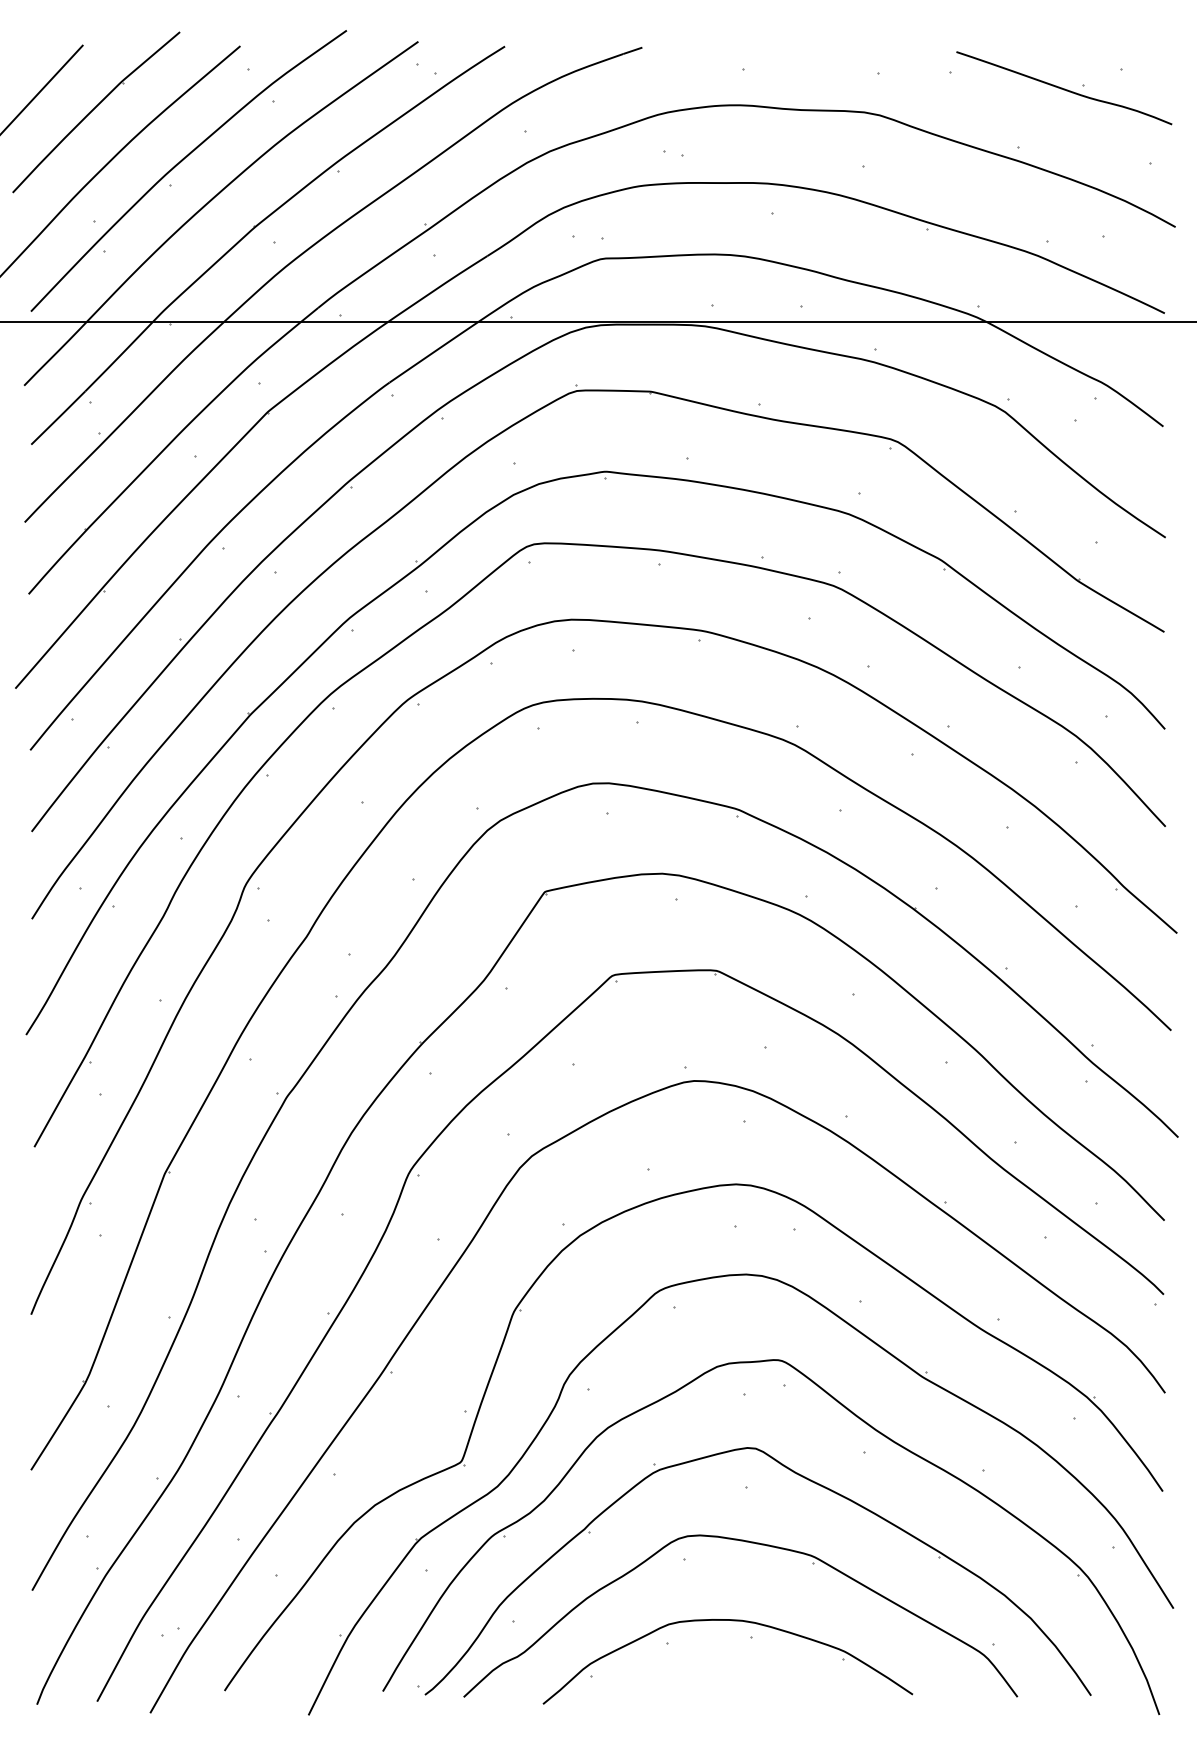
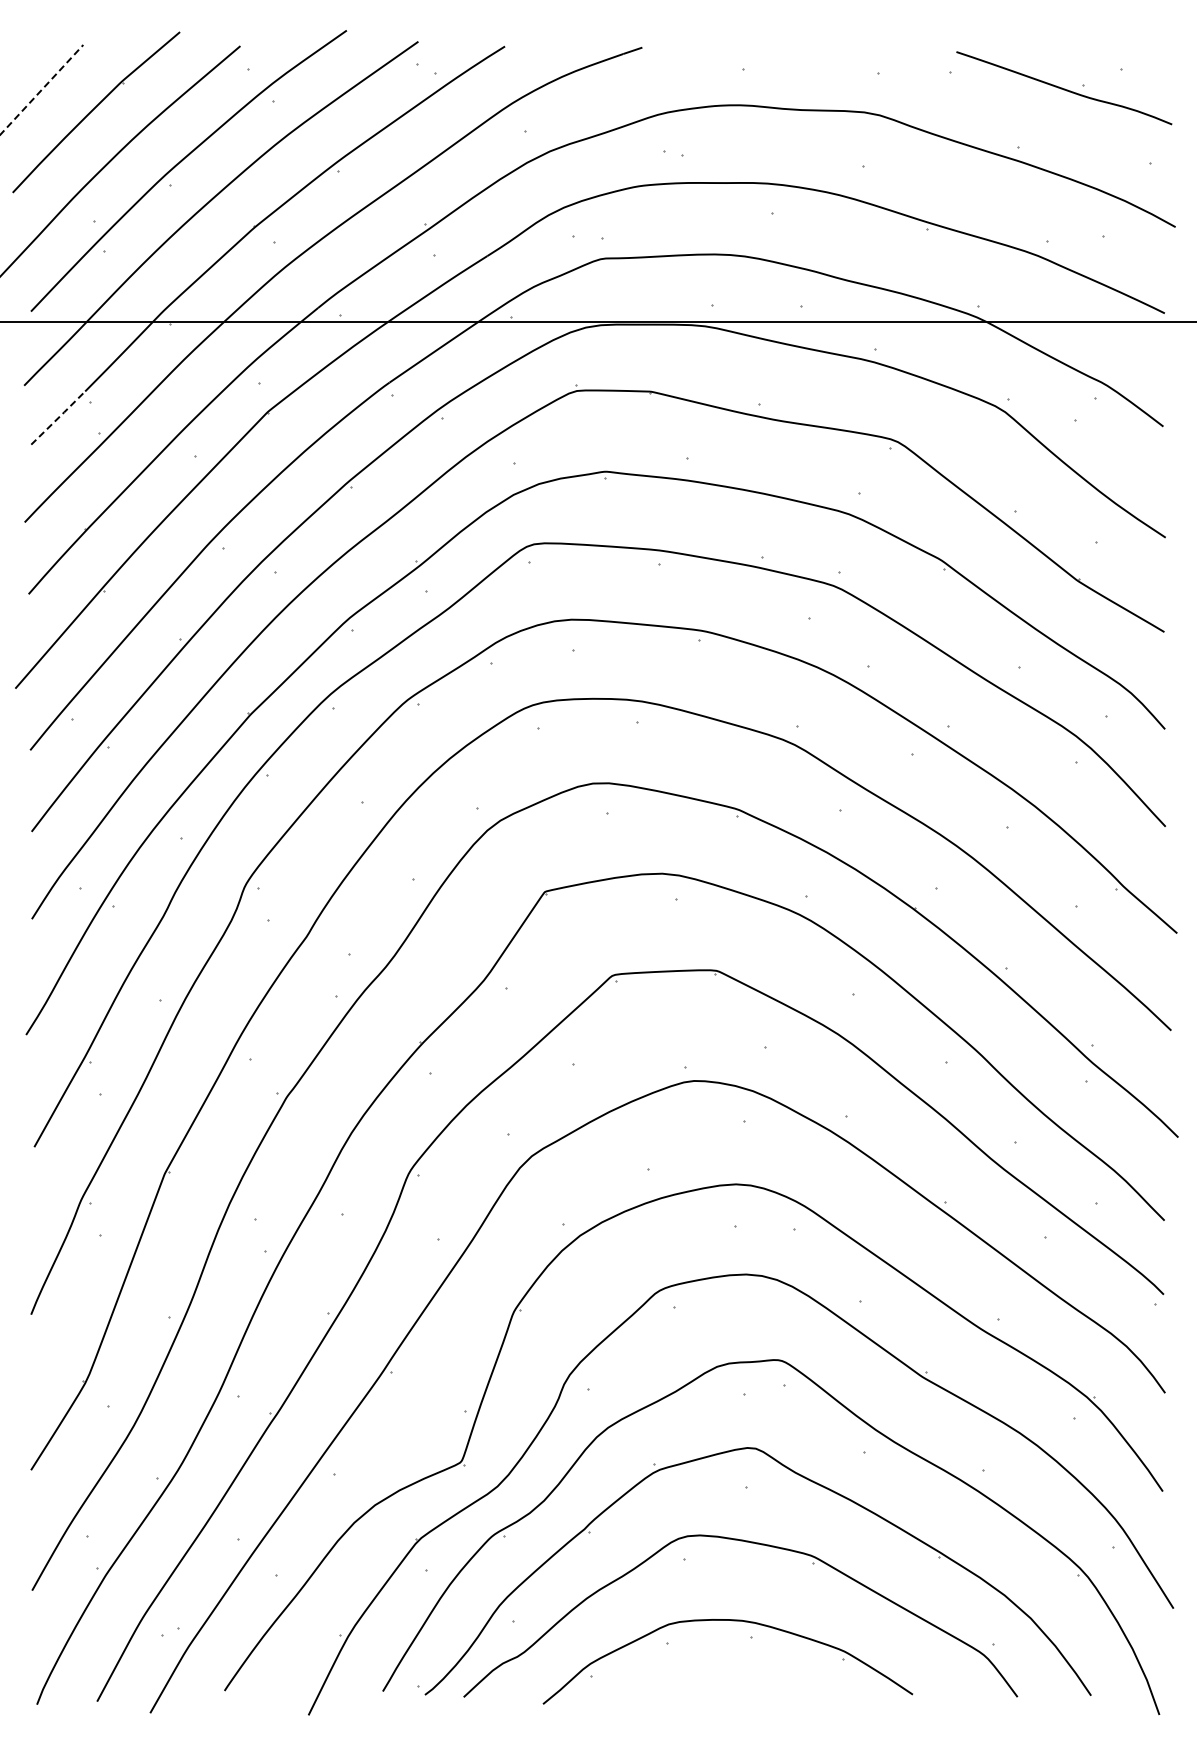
line at (42, 89): solid -> dashed
line at (58, 417): solid -> dashed
